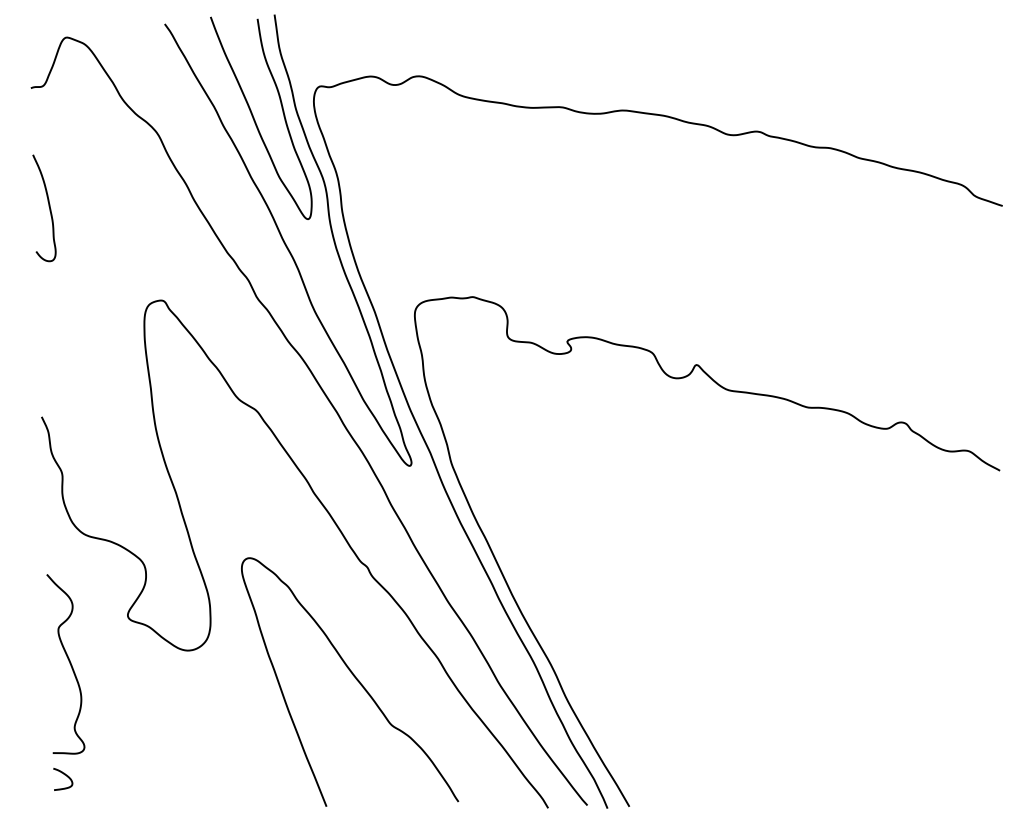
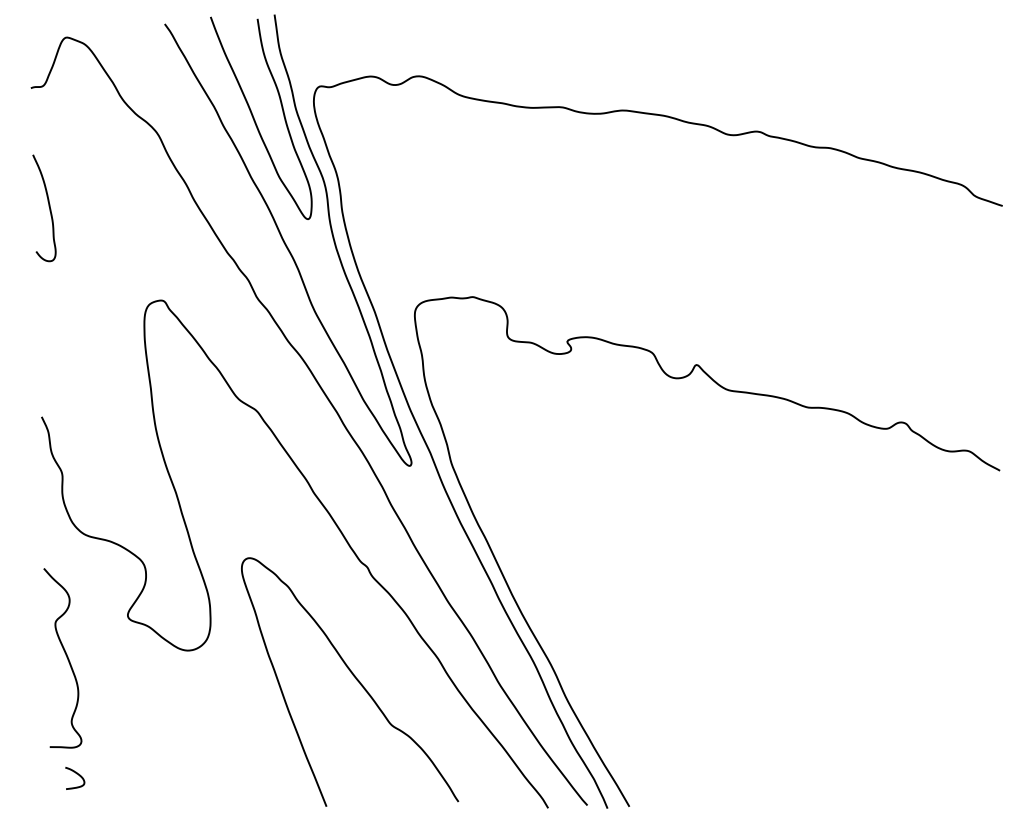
curve at (69, 663) position: (69, 663) -> (66, 657)
curve at (64, 775) position: (64, 775) -> (76, 774)
